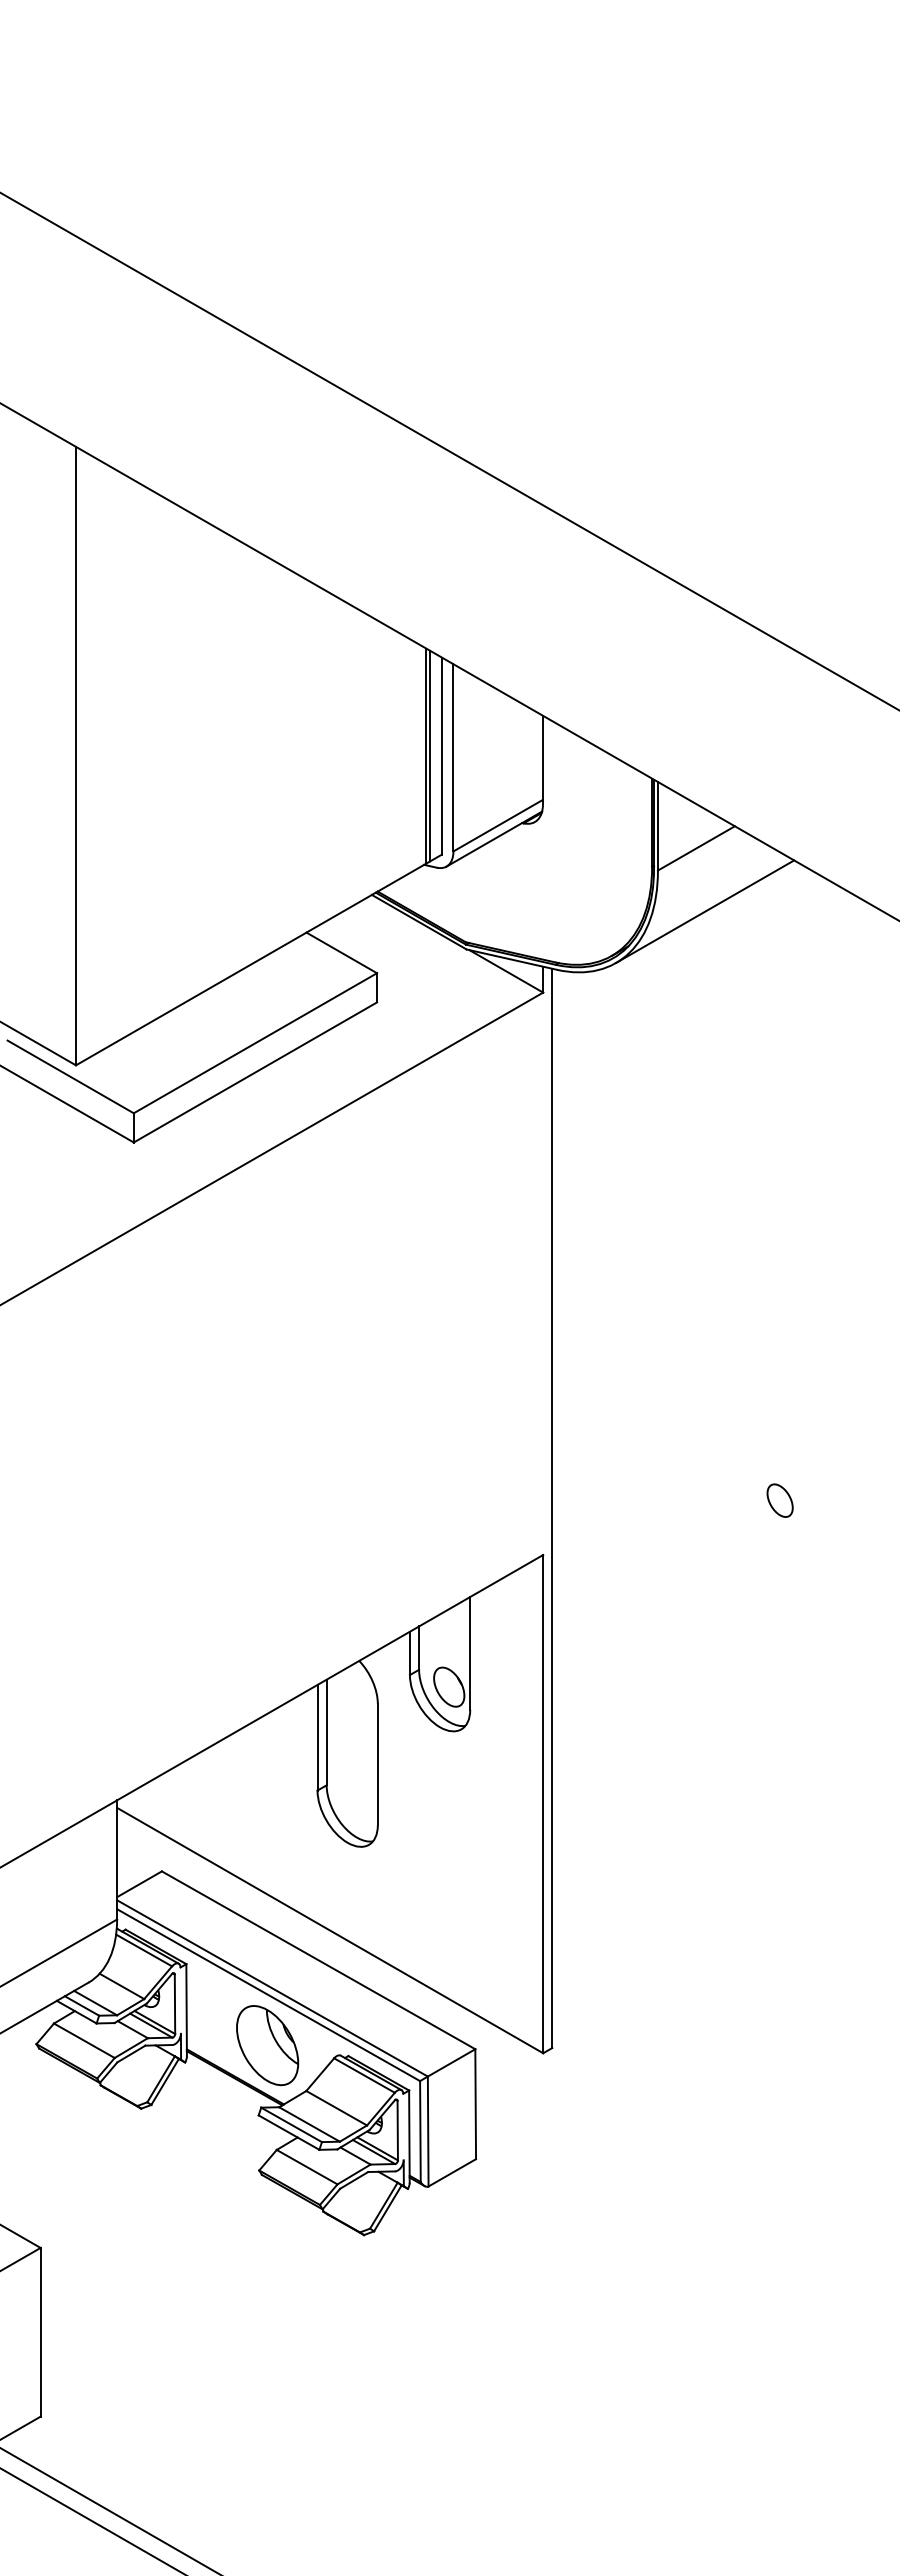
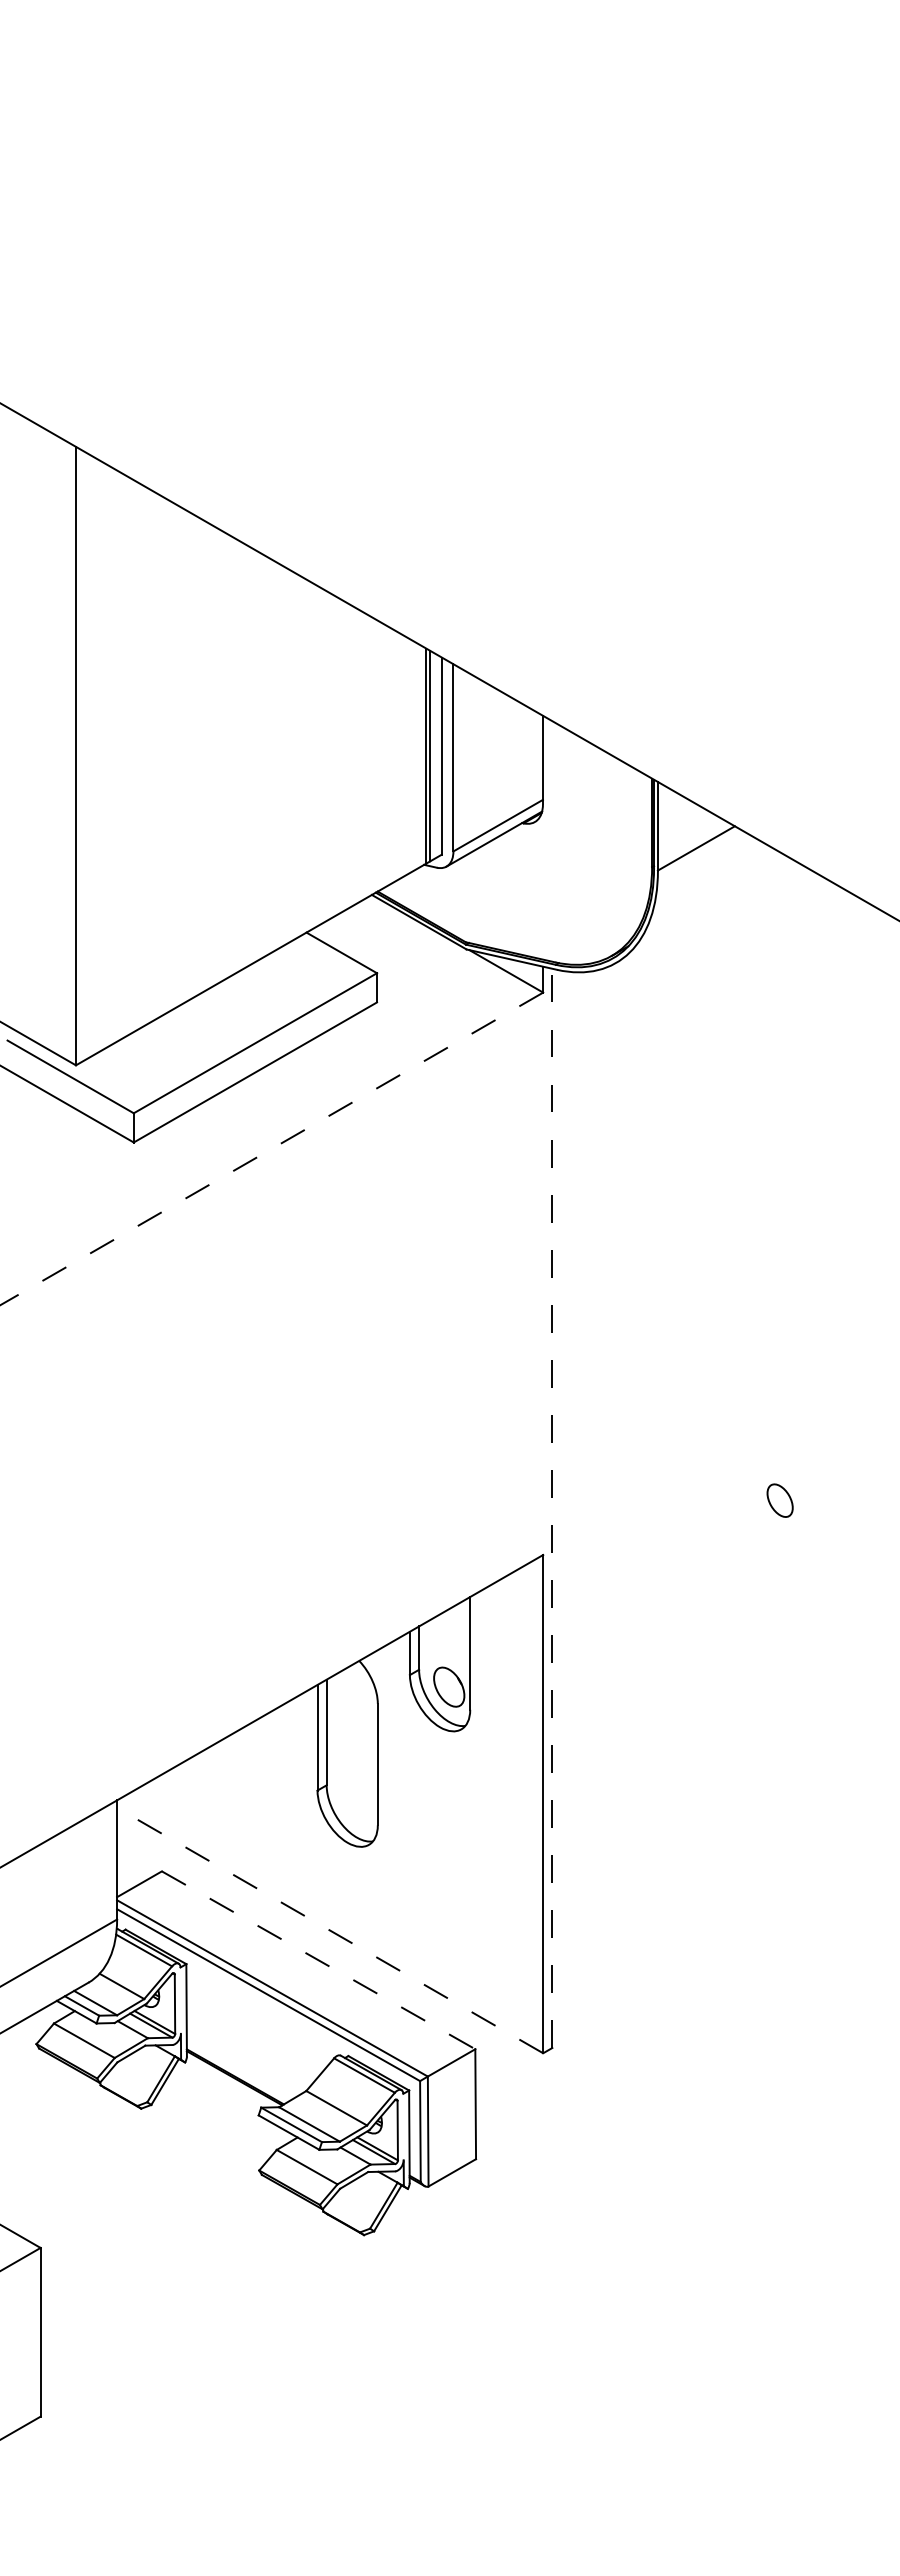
line at (449, 450): present -> none
line at (705, 911): present -> none
line at (272, 1148): solid -> dashed
line at (552, 1508): solid -> dashed
line at (330, 1930): solid -> dashed
line at (319, 1960): solid -> dashed
part at (267, 2045): present -> none
line at (109, 2510): present -> none
line at (91, 2520): present -> none
